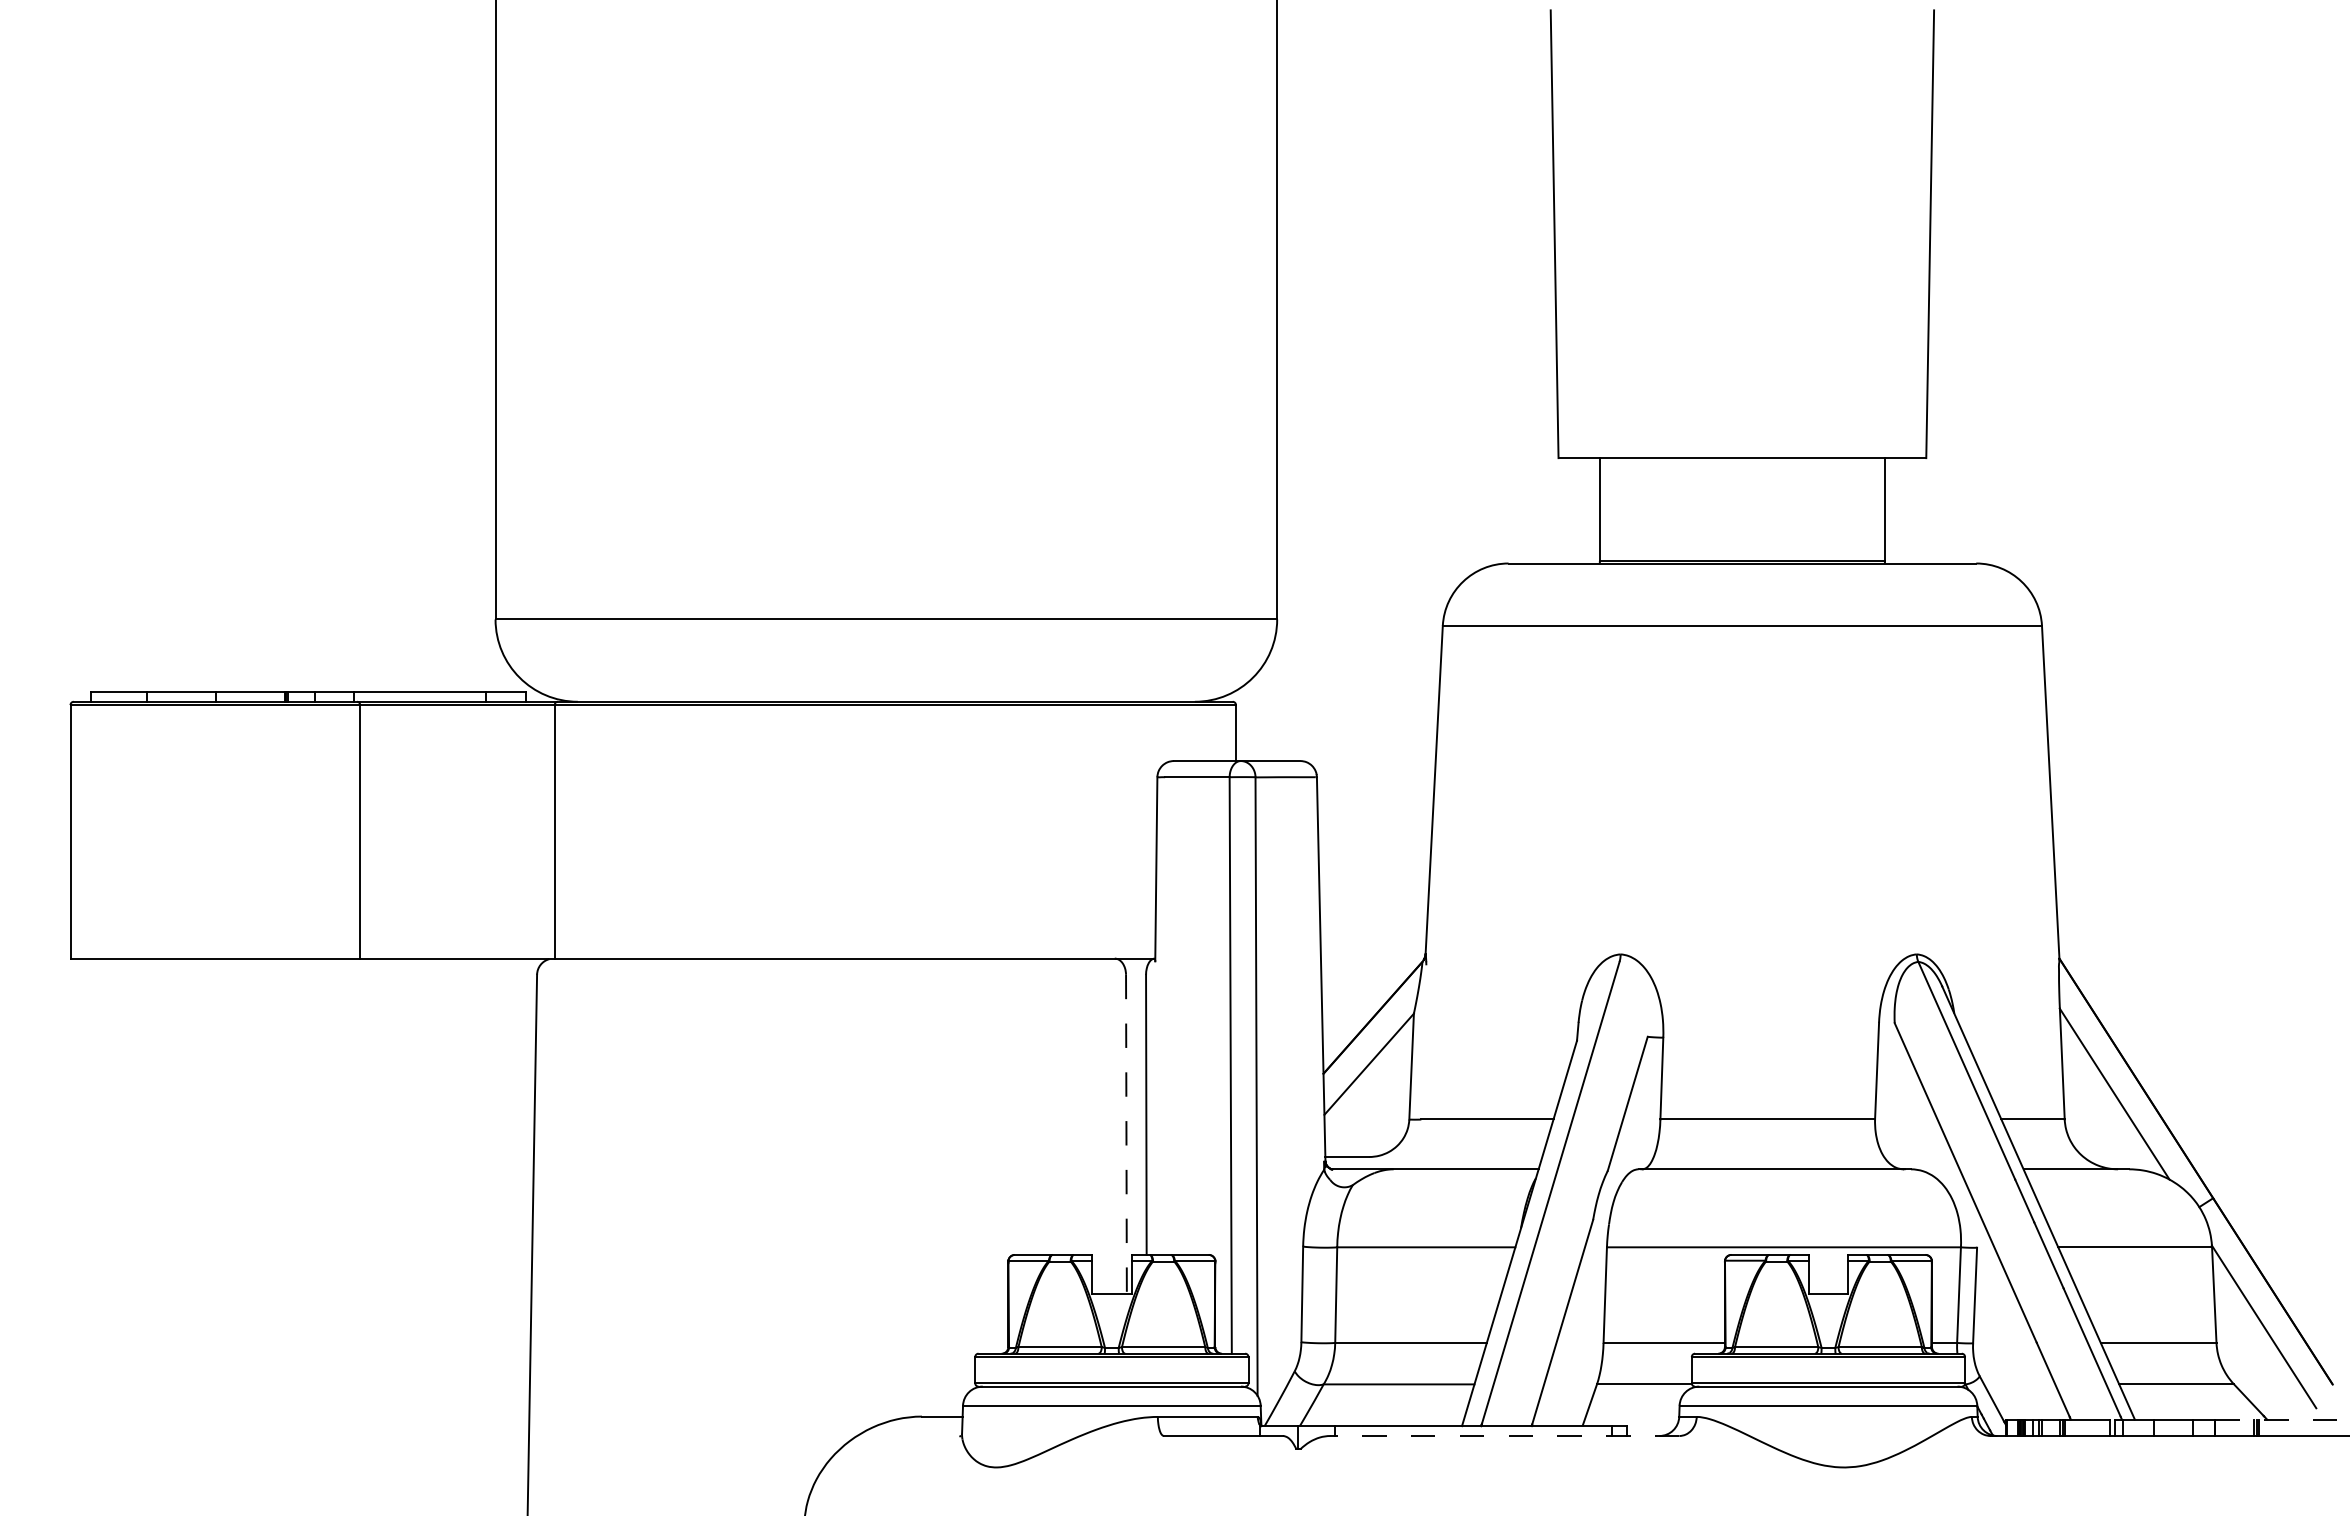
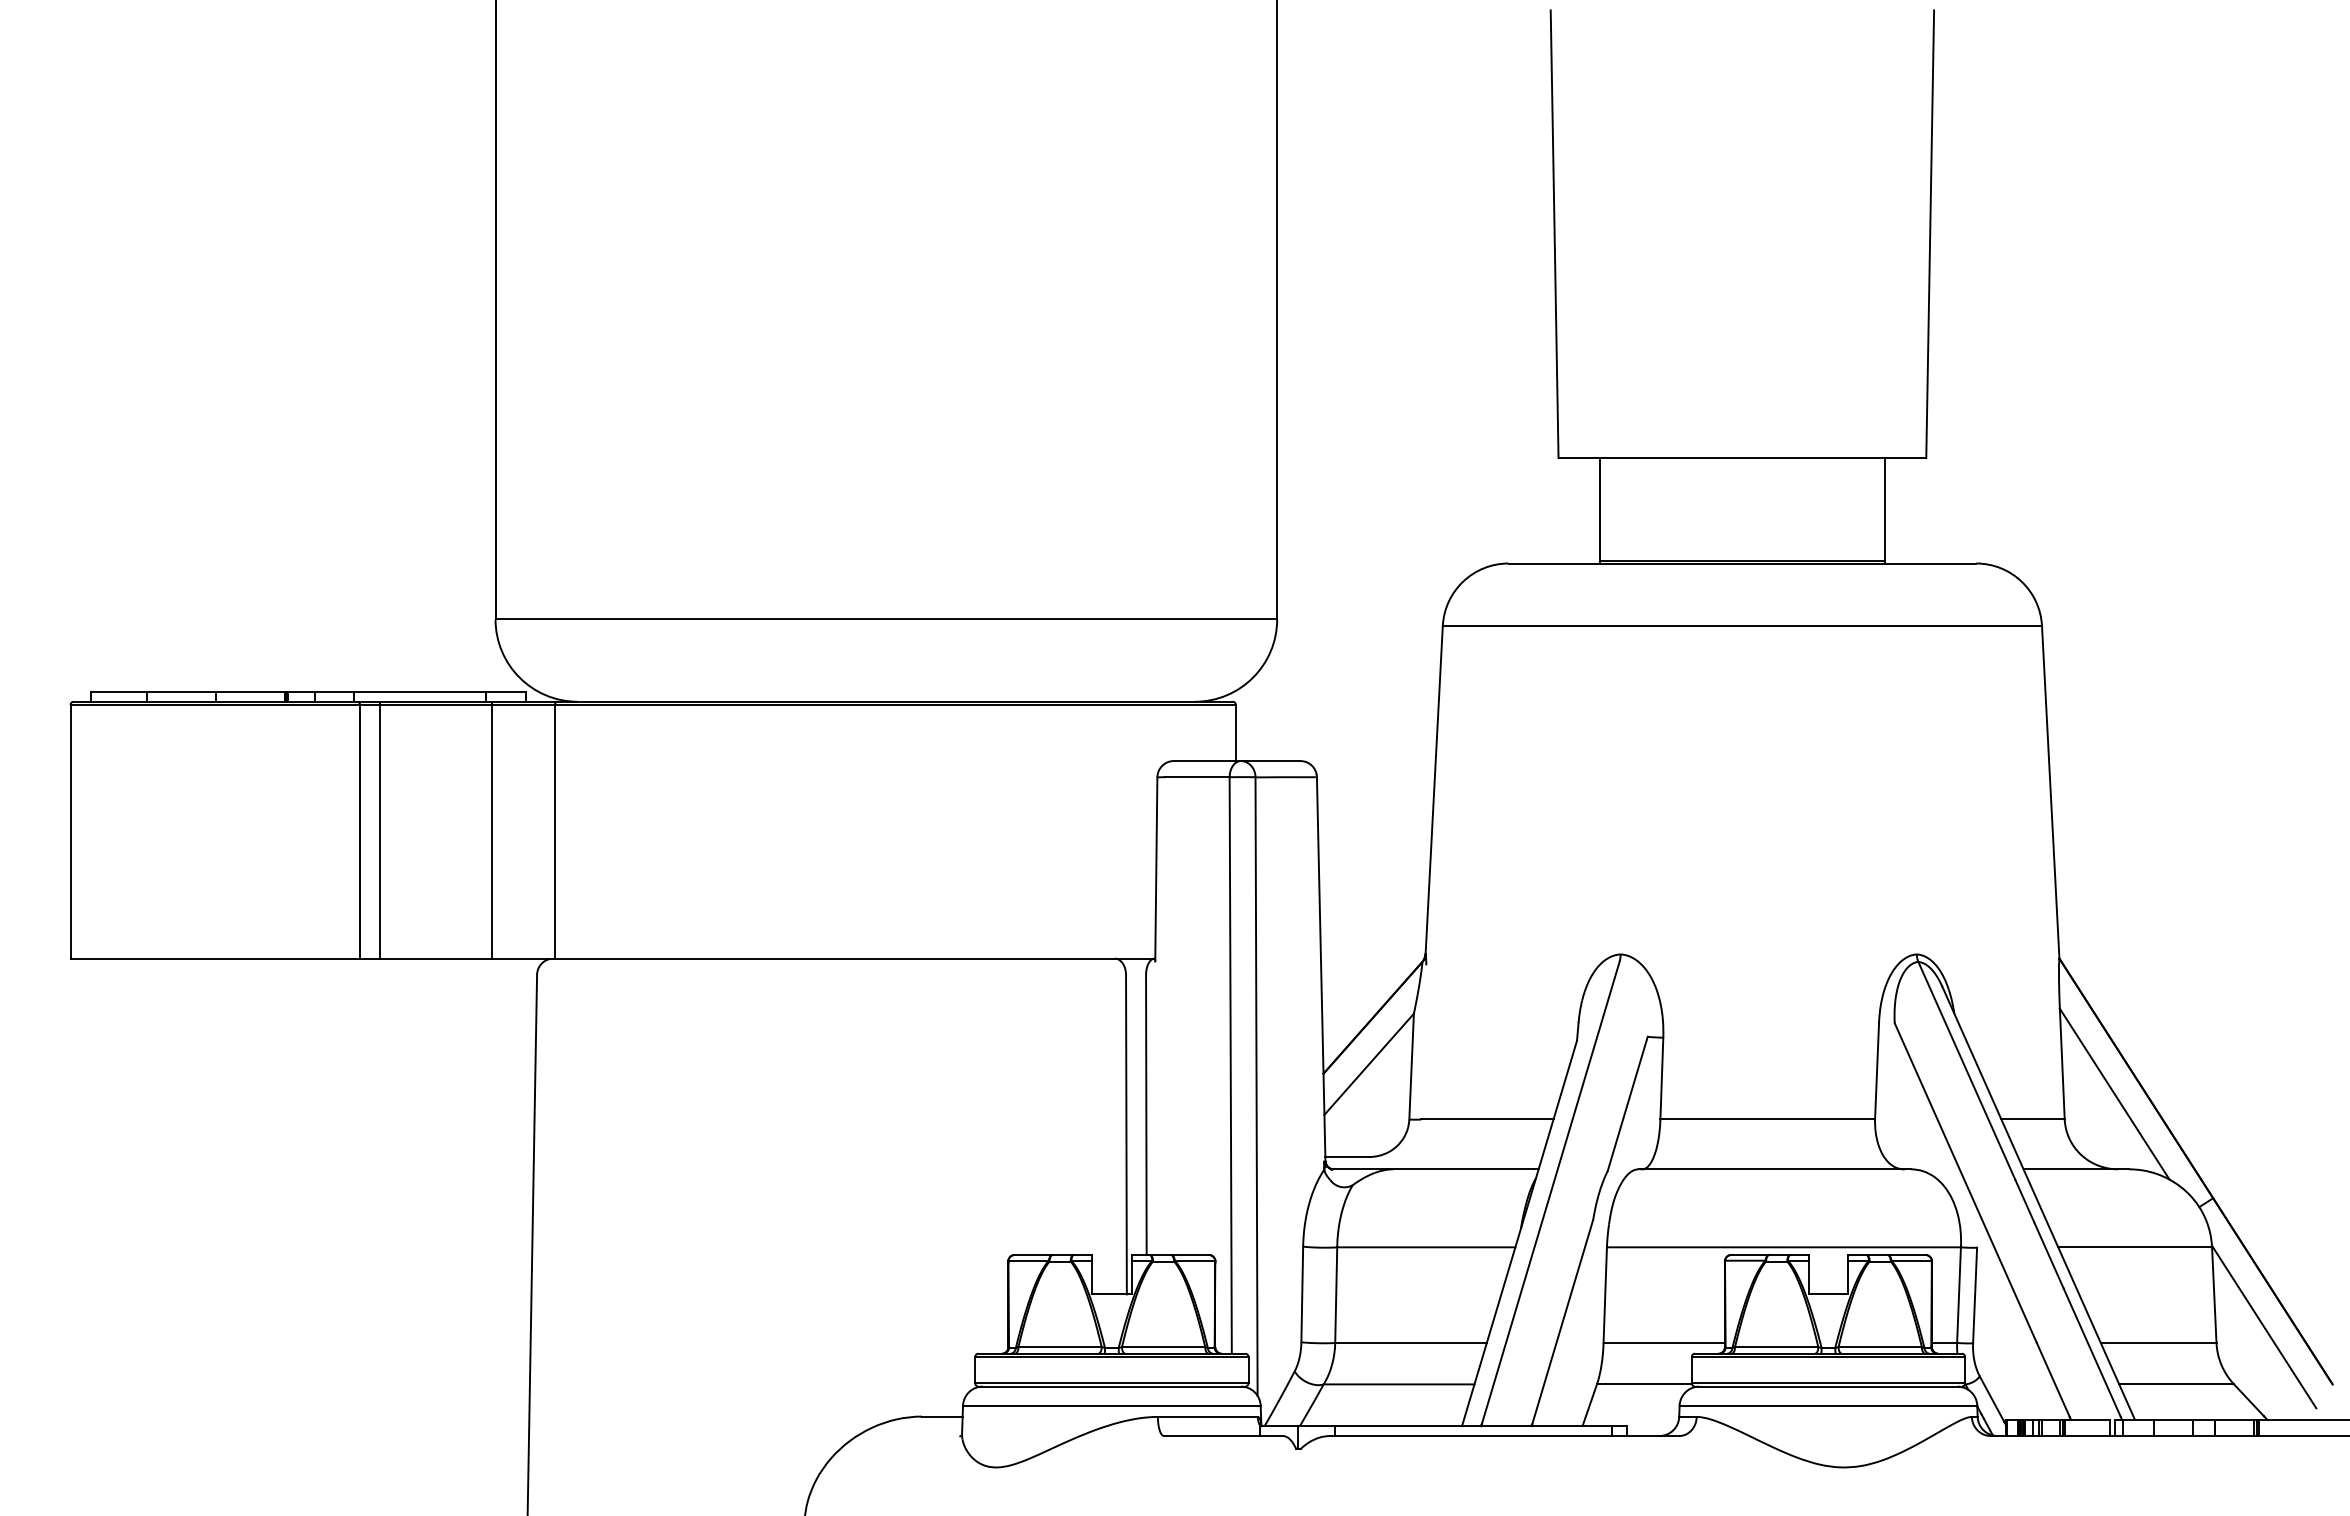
line at (379, 829): none -> present
line at (492, 829): none -> present
line at (1126, 1134): dashed -> solid
line at (2282, 1419): dashed -> solid
line at (1504, 1436): dashed -> solid
